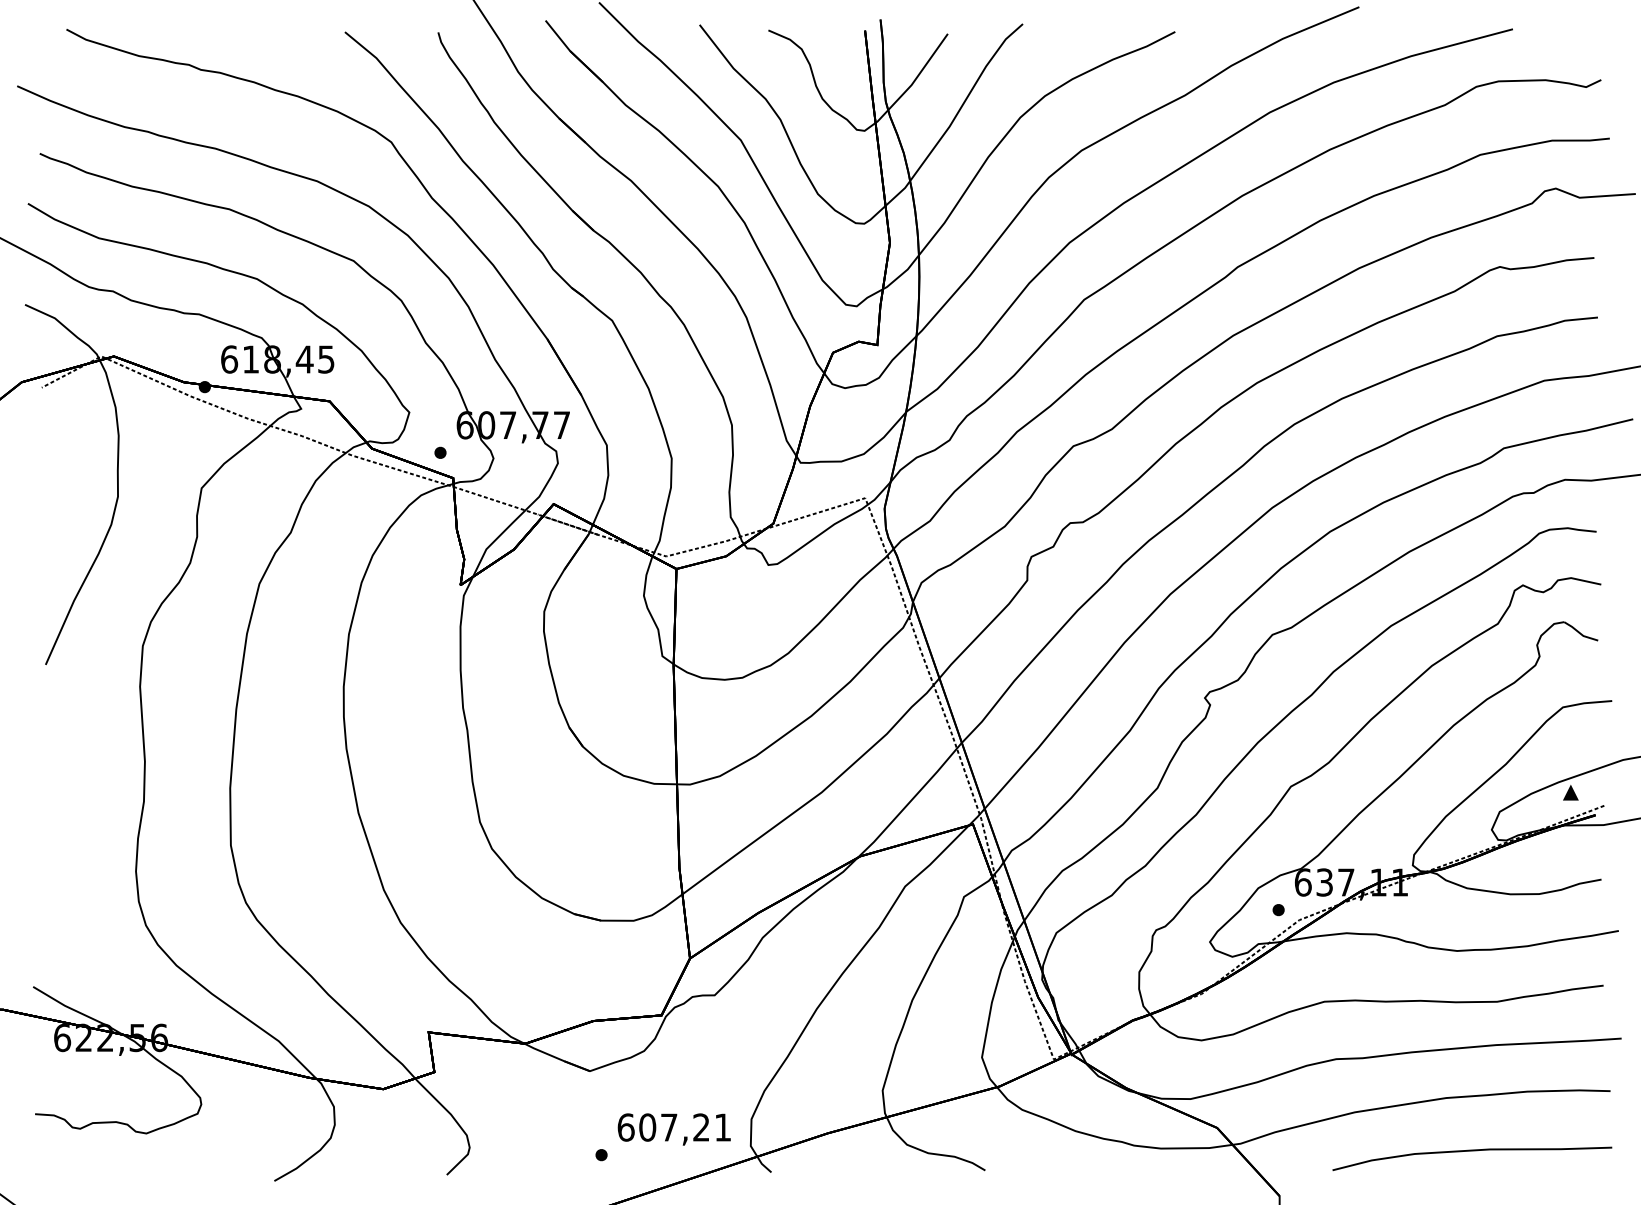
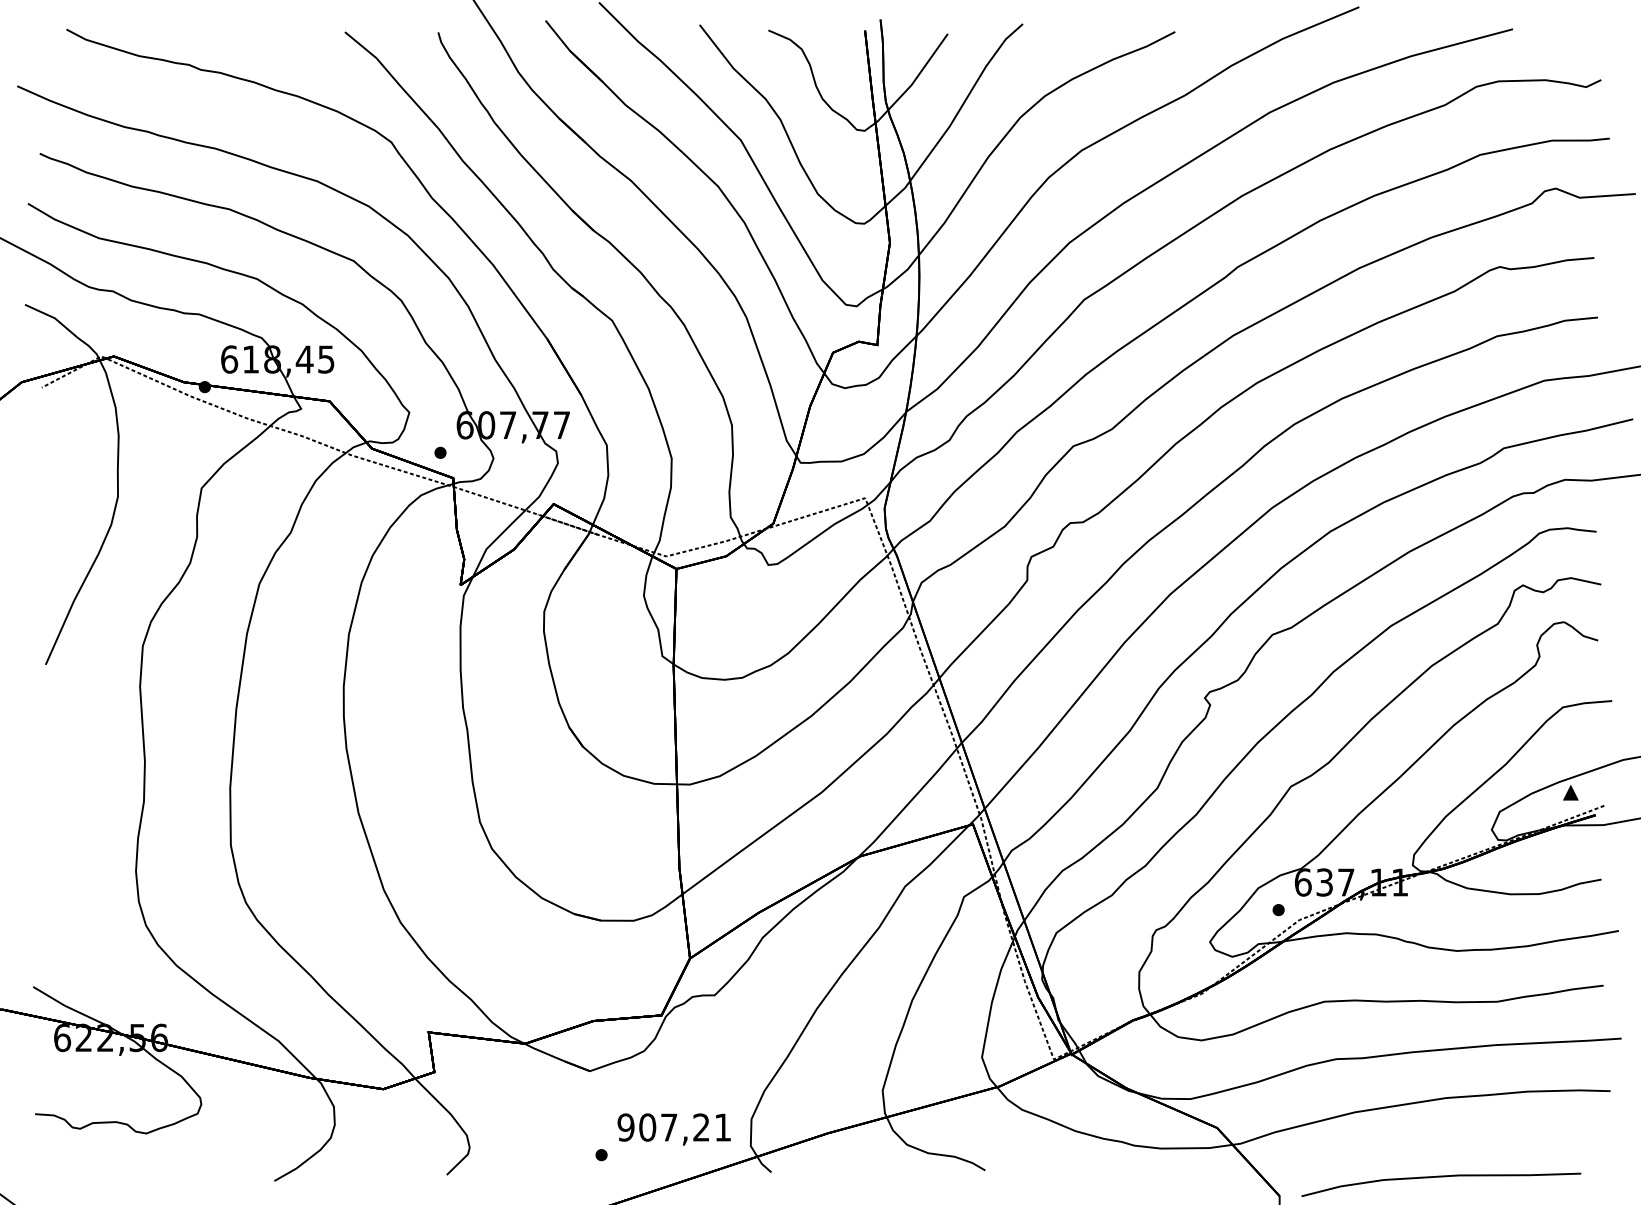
text at (625, 1127): 607,21 -> 907,21
curve at (1472, 1151) position: (1472, 1151) -> (1441, 1177)
